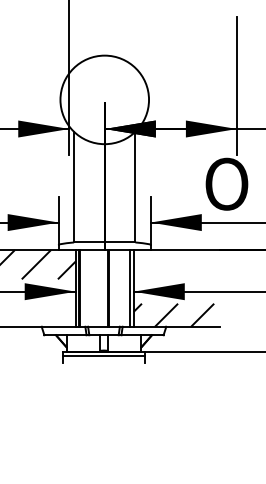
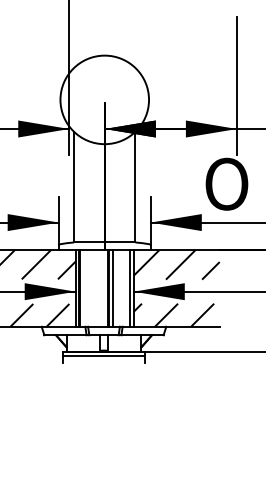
hatch at (176, 264): none -> present
line at (113, 288): none -> present
hatch at (39, 314): none -> present
